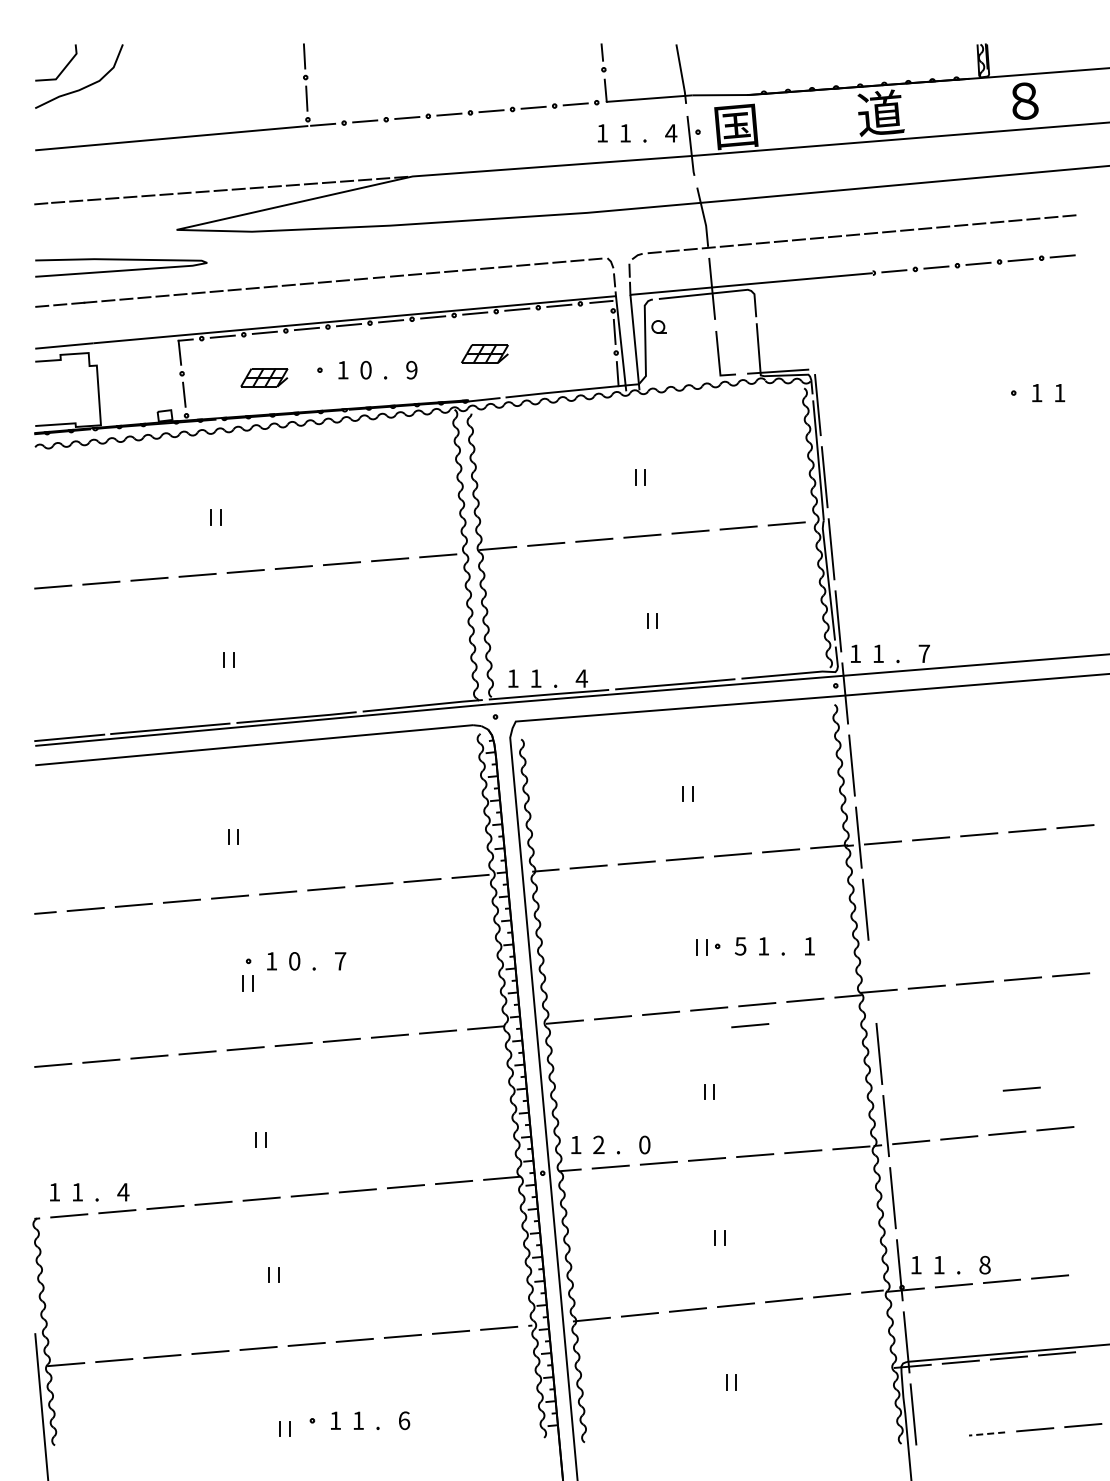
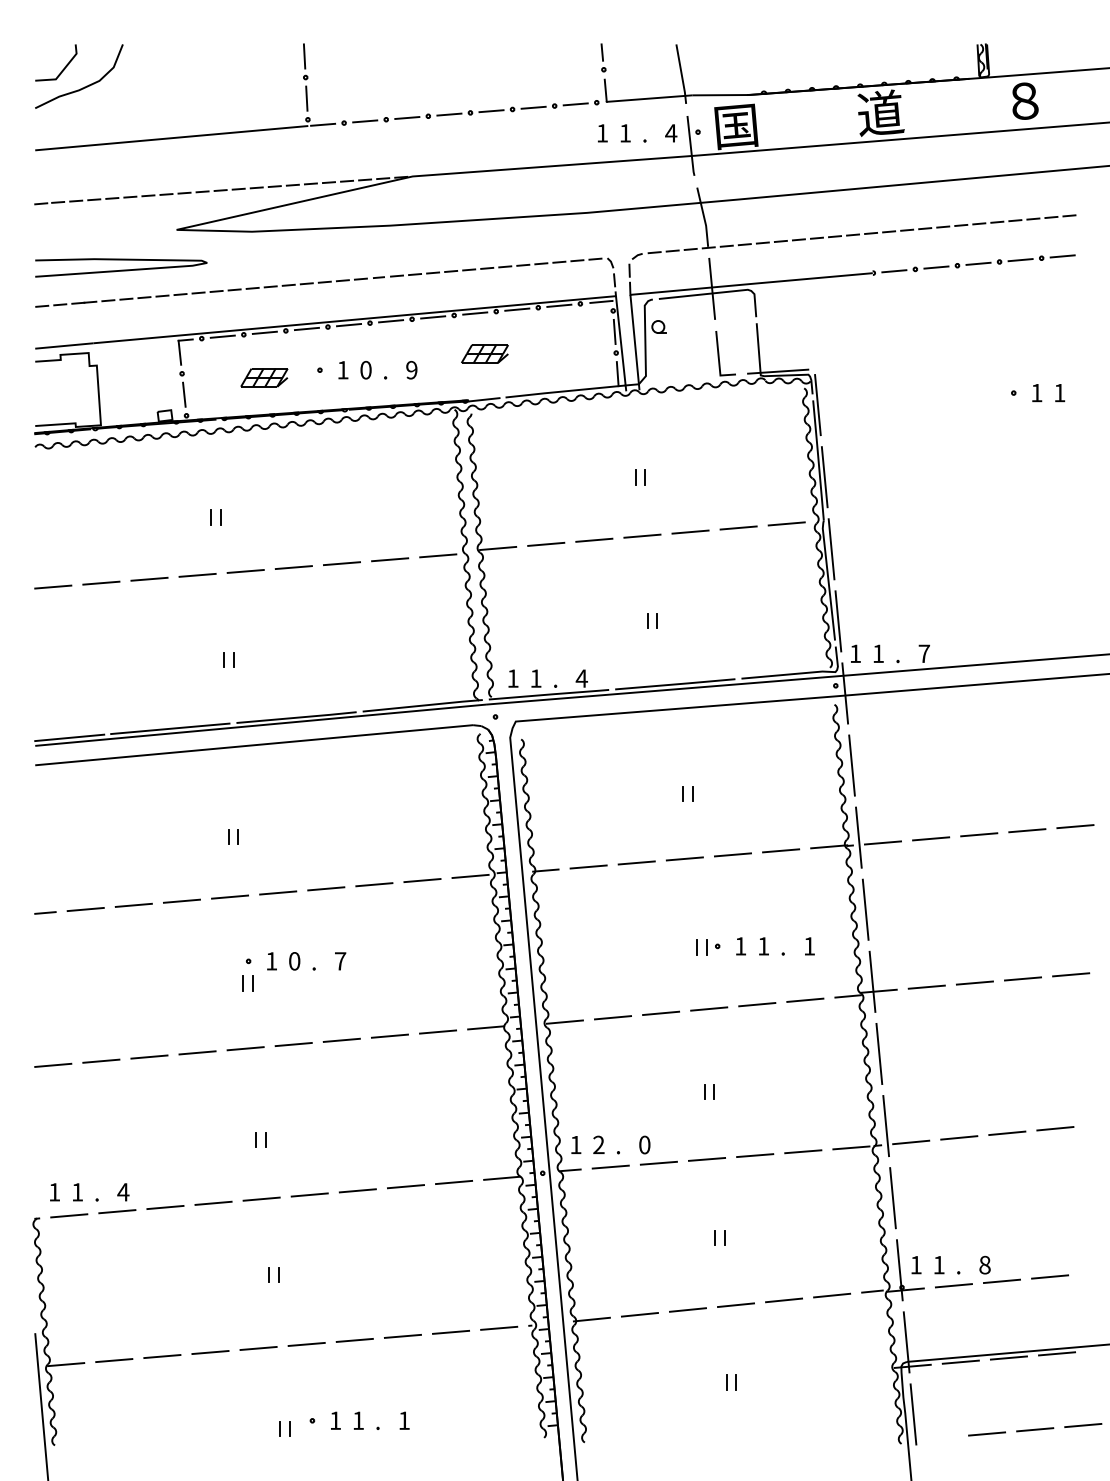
text at (740, 946): 5 -> 1
line at (872, 981): none -> present
line at (750, 1025): present -> none
line at (1021, 1088): present -> none
text at (404, 1420): 6 -> 1
line at (986, 1434): dashed -> solid
